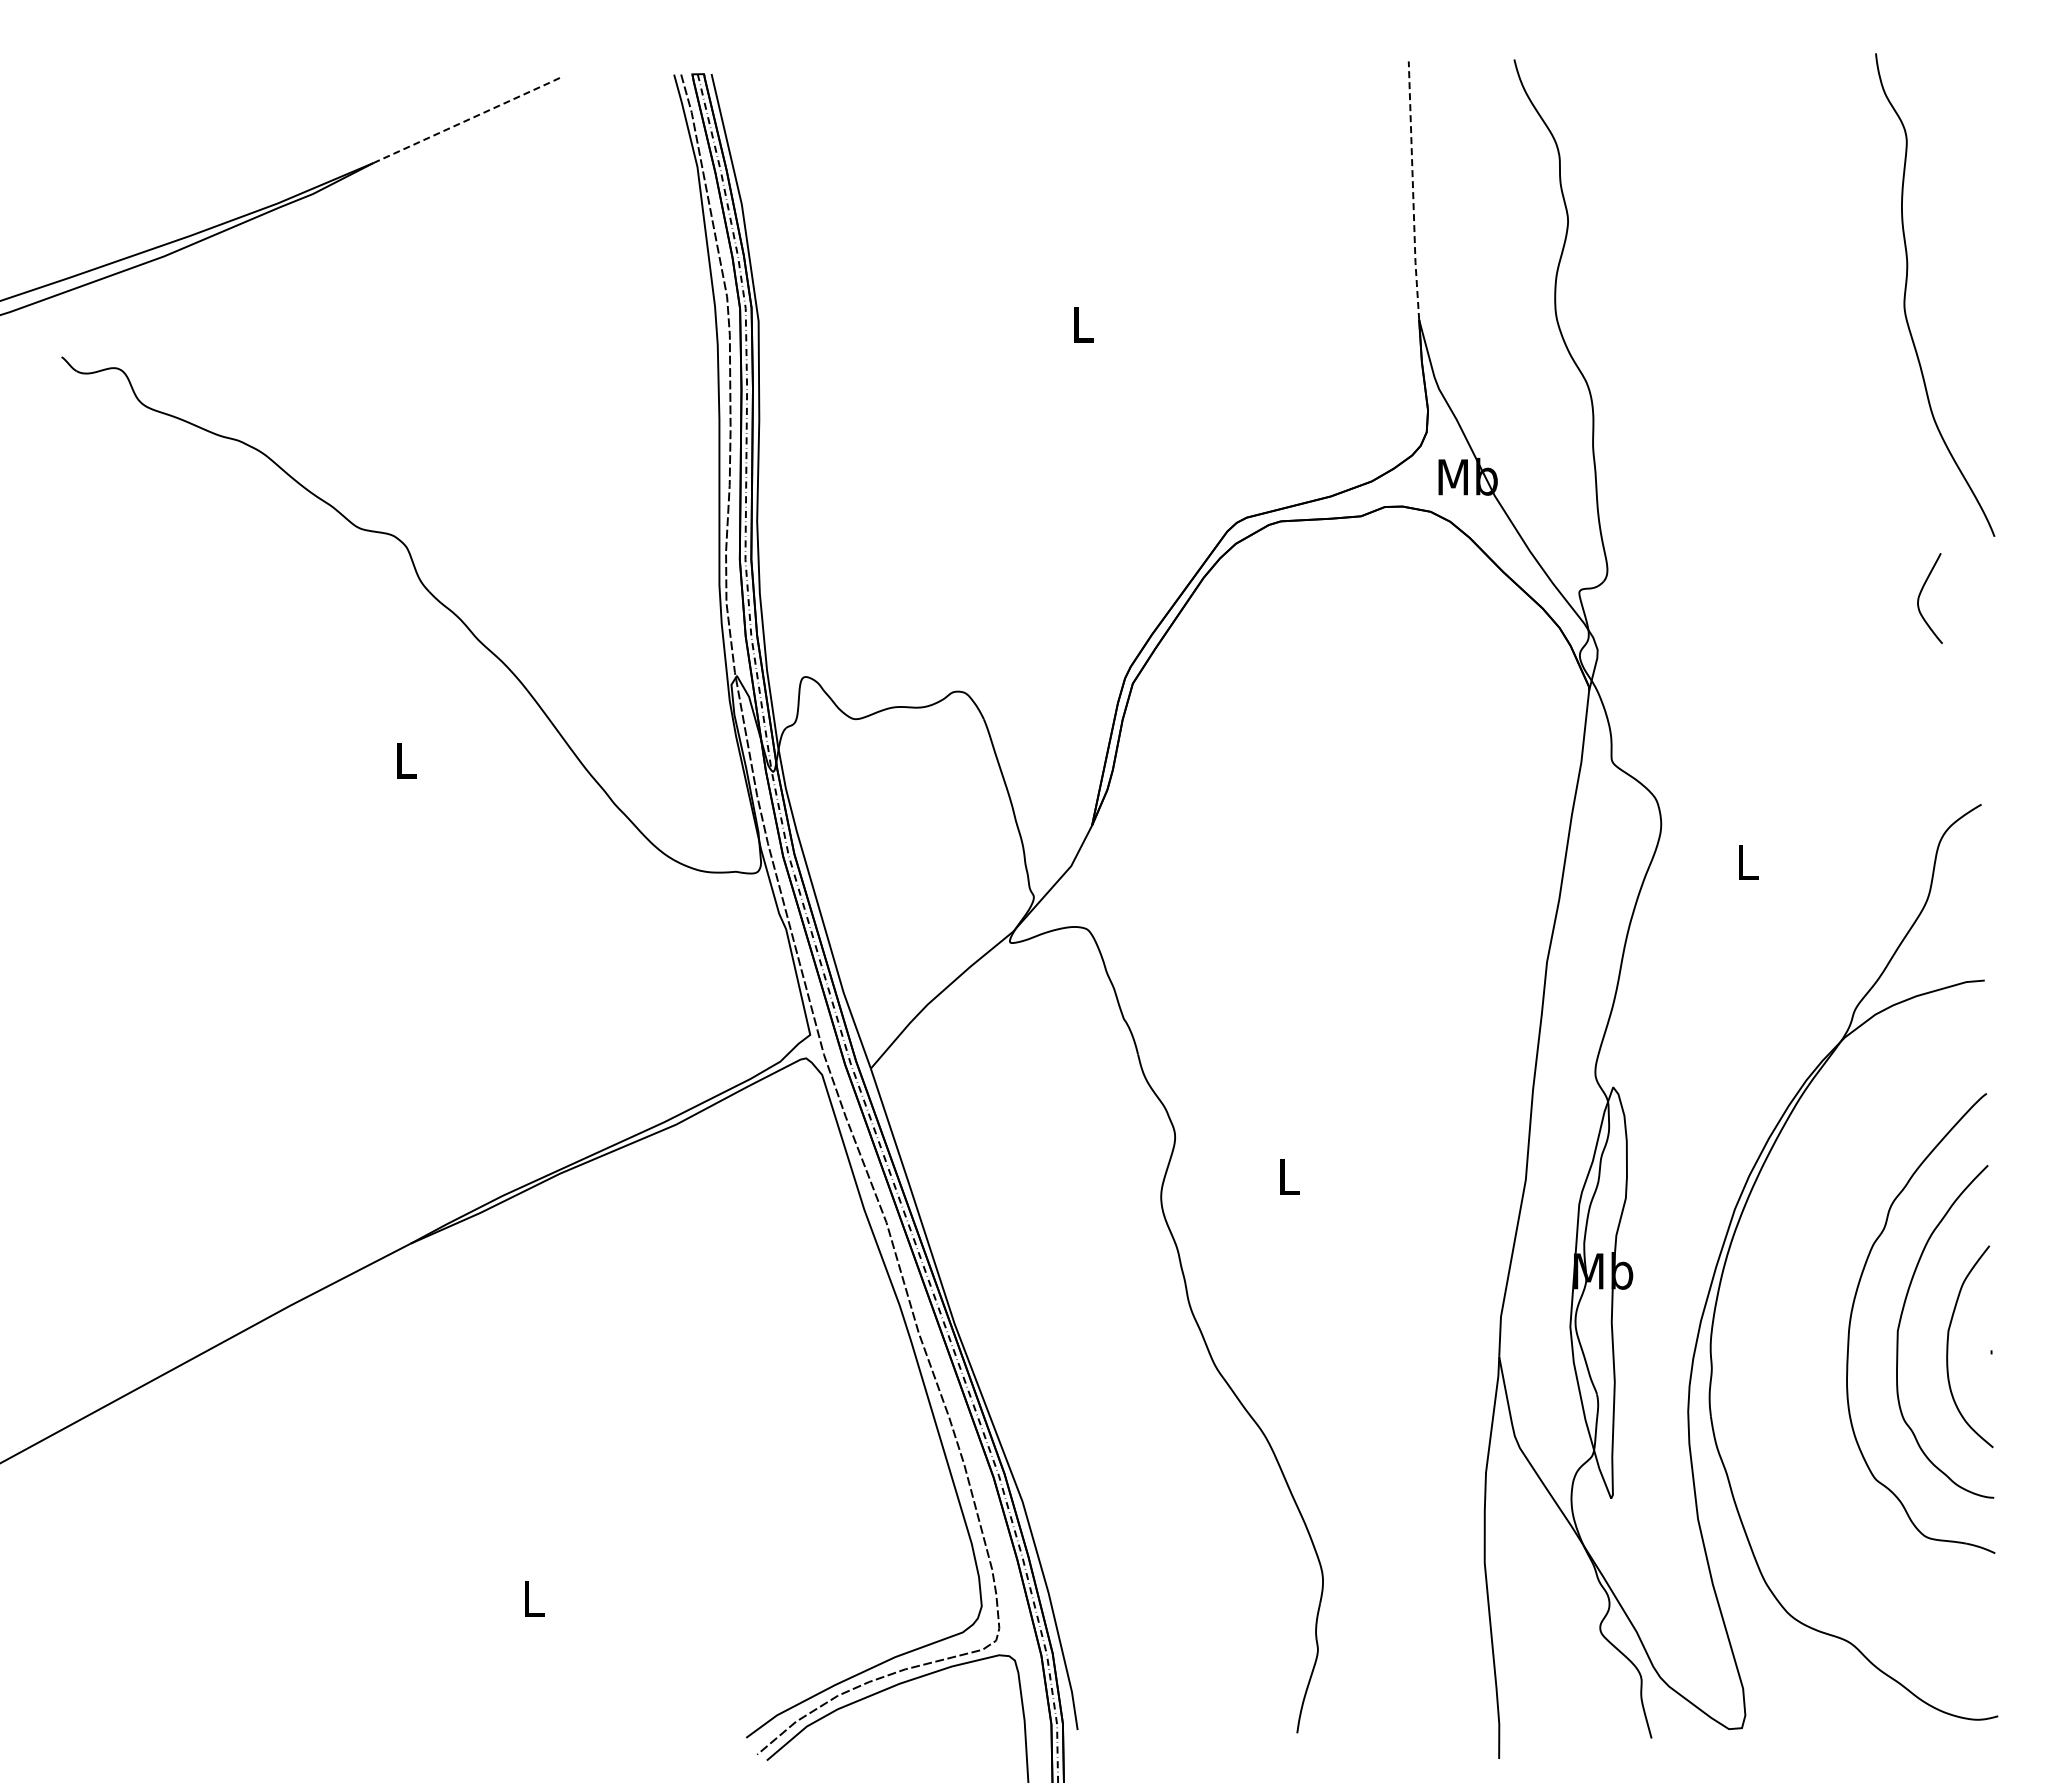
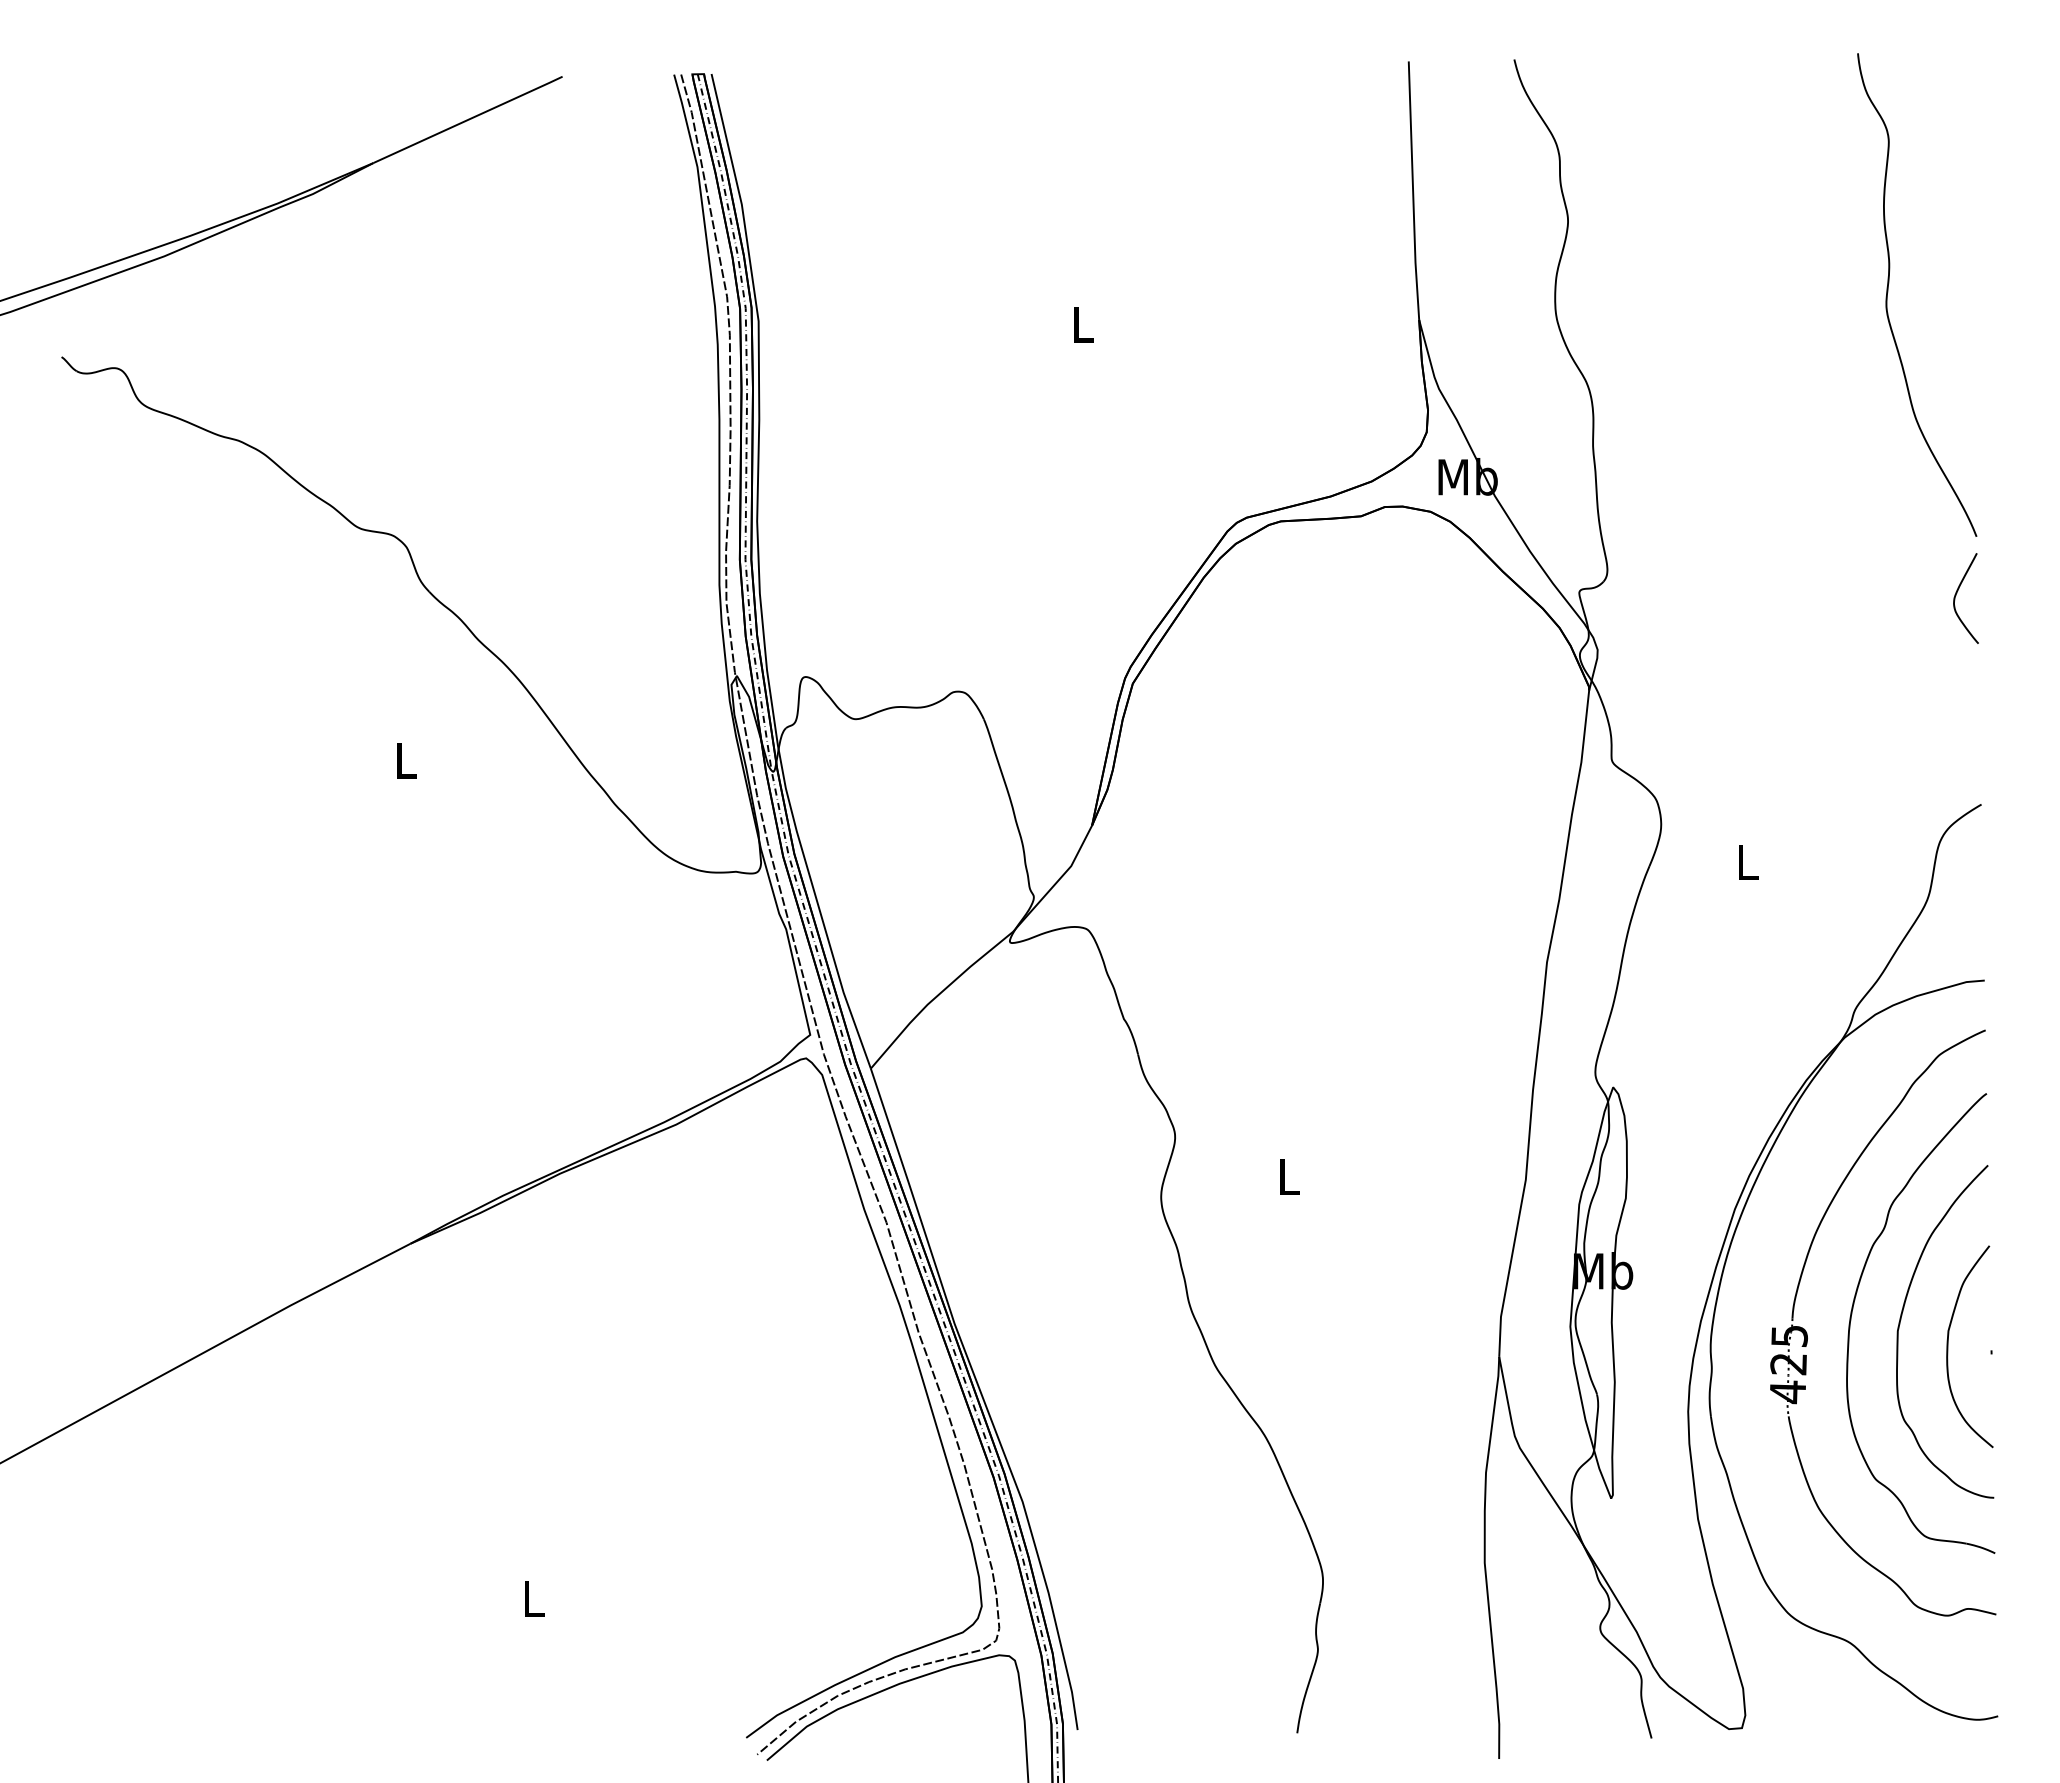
line at (468, 119): dashed -> solid
line at (1413, 191): dashed -> solid
curve at (1906, 292) position: (1906, 292) -> (1888, 292)
curve at (1921, 593) position: (1921, 593) -> (1957, 593)
part at (1807, 1333): none -> present
